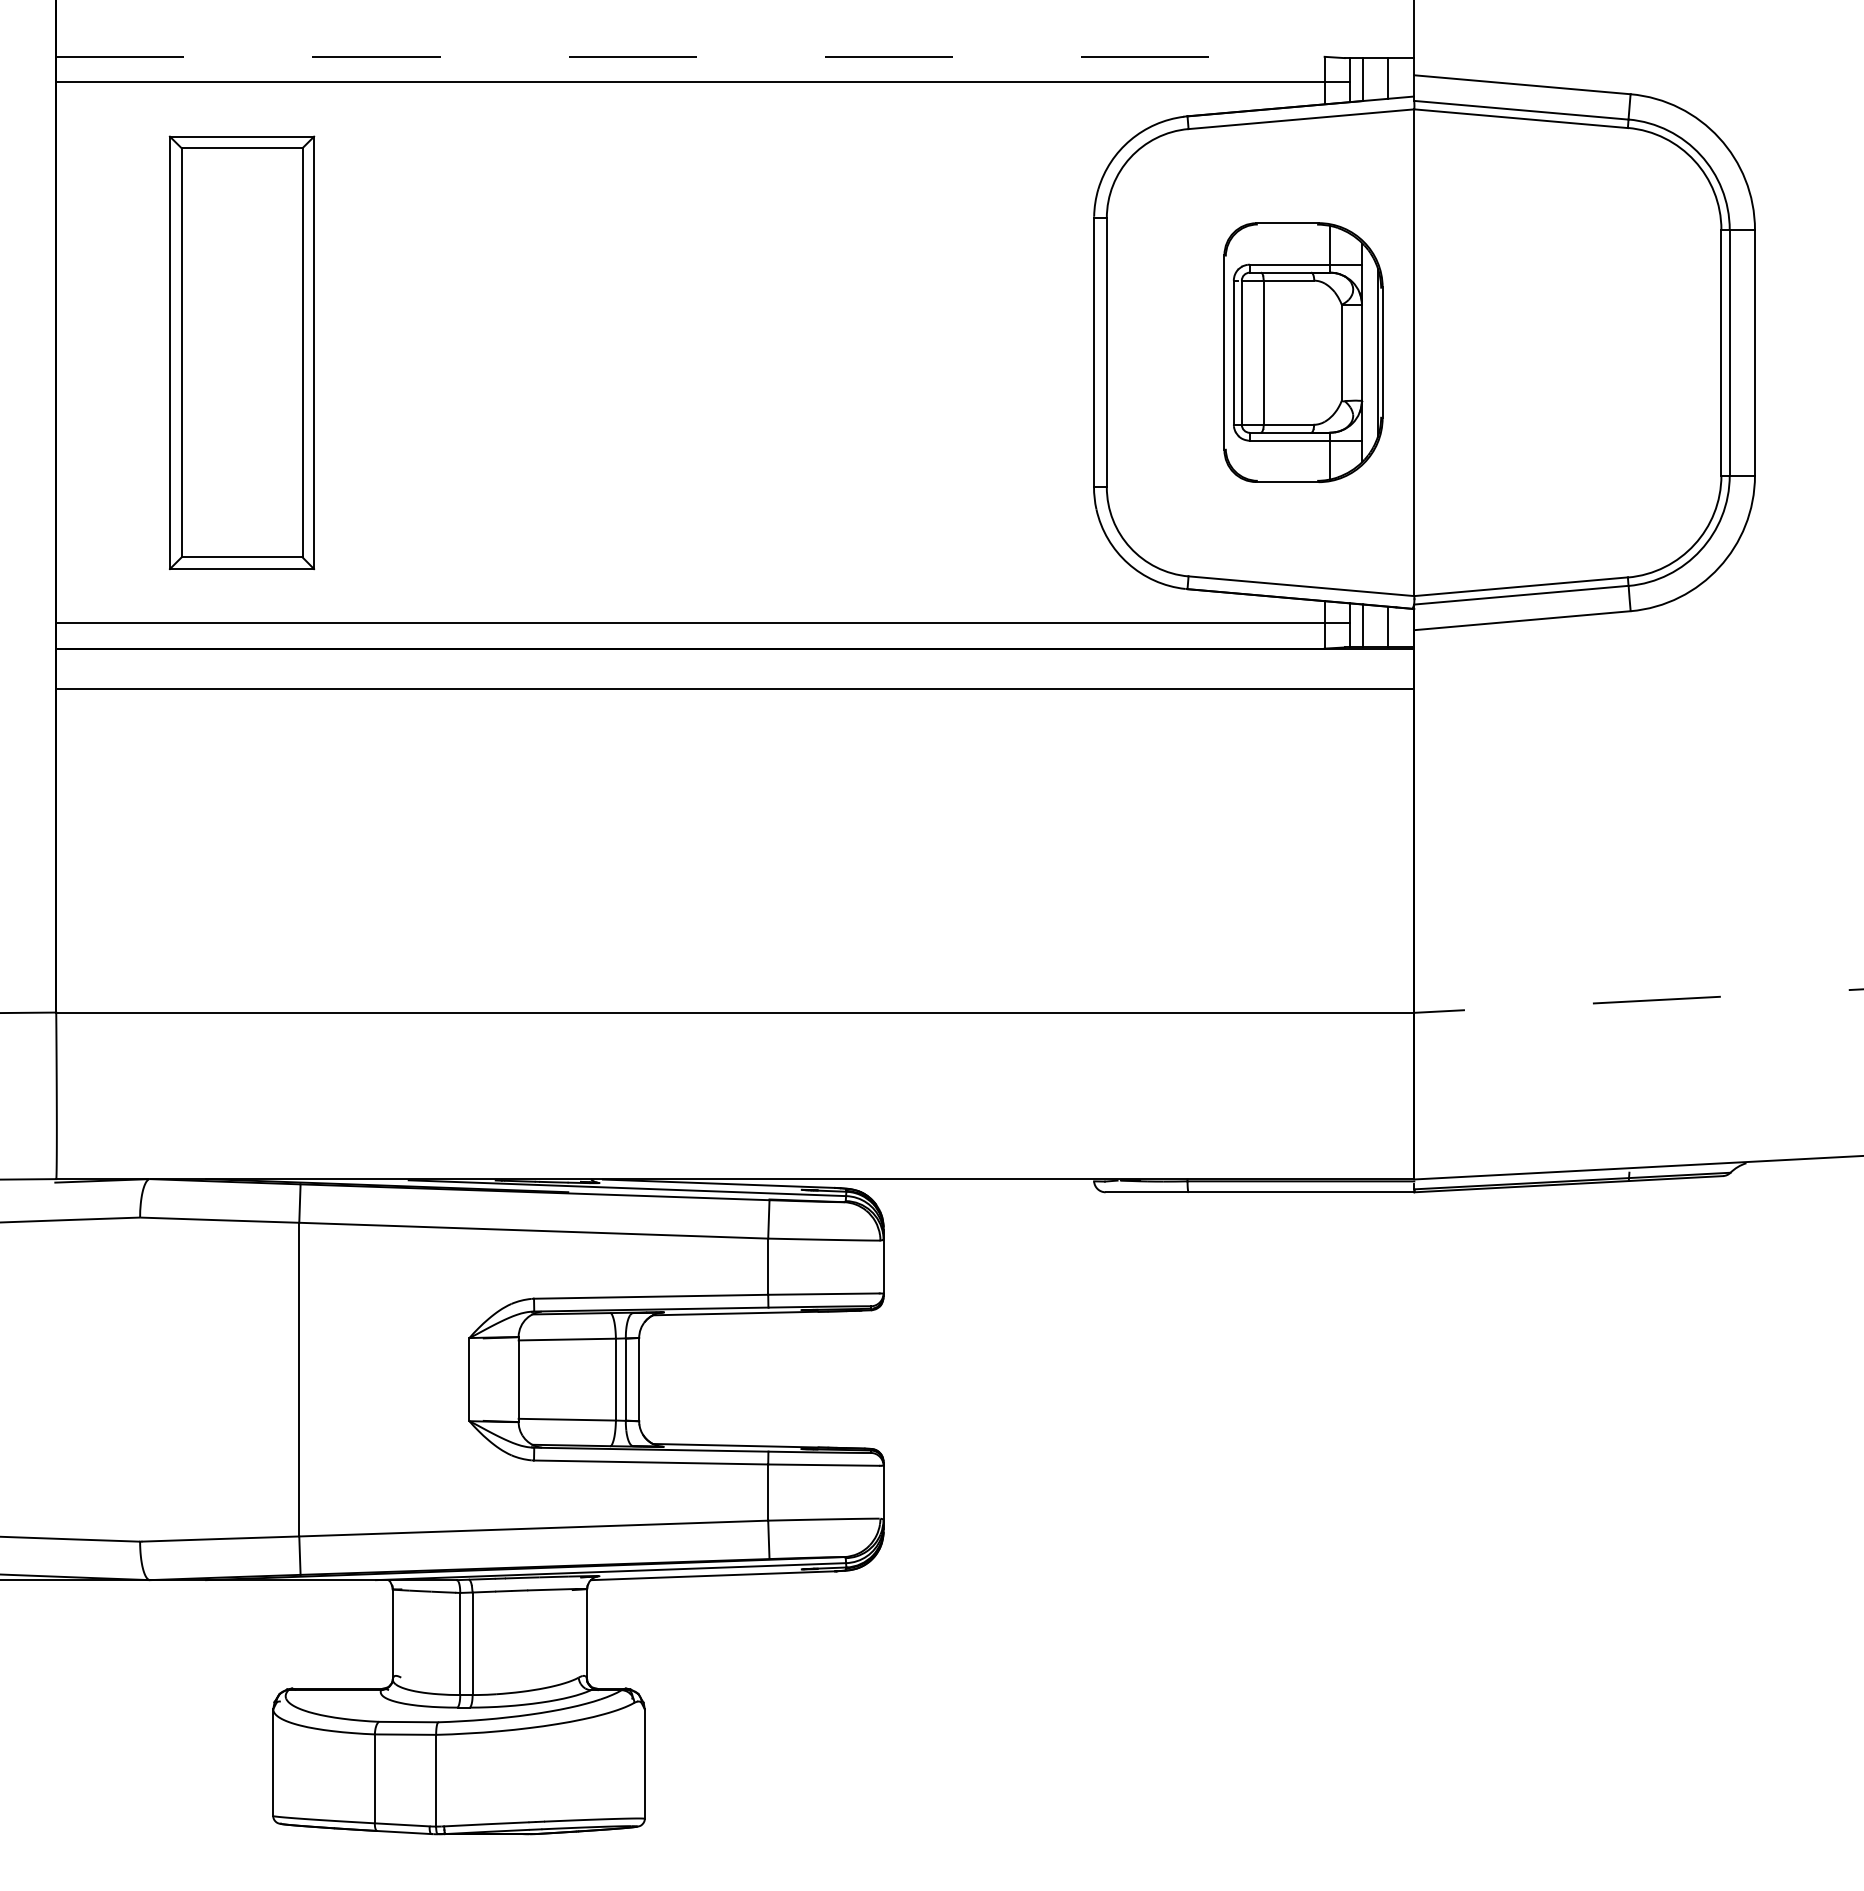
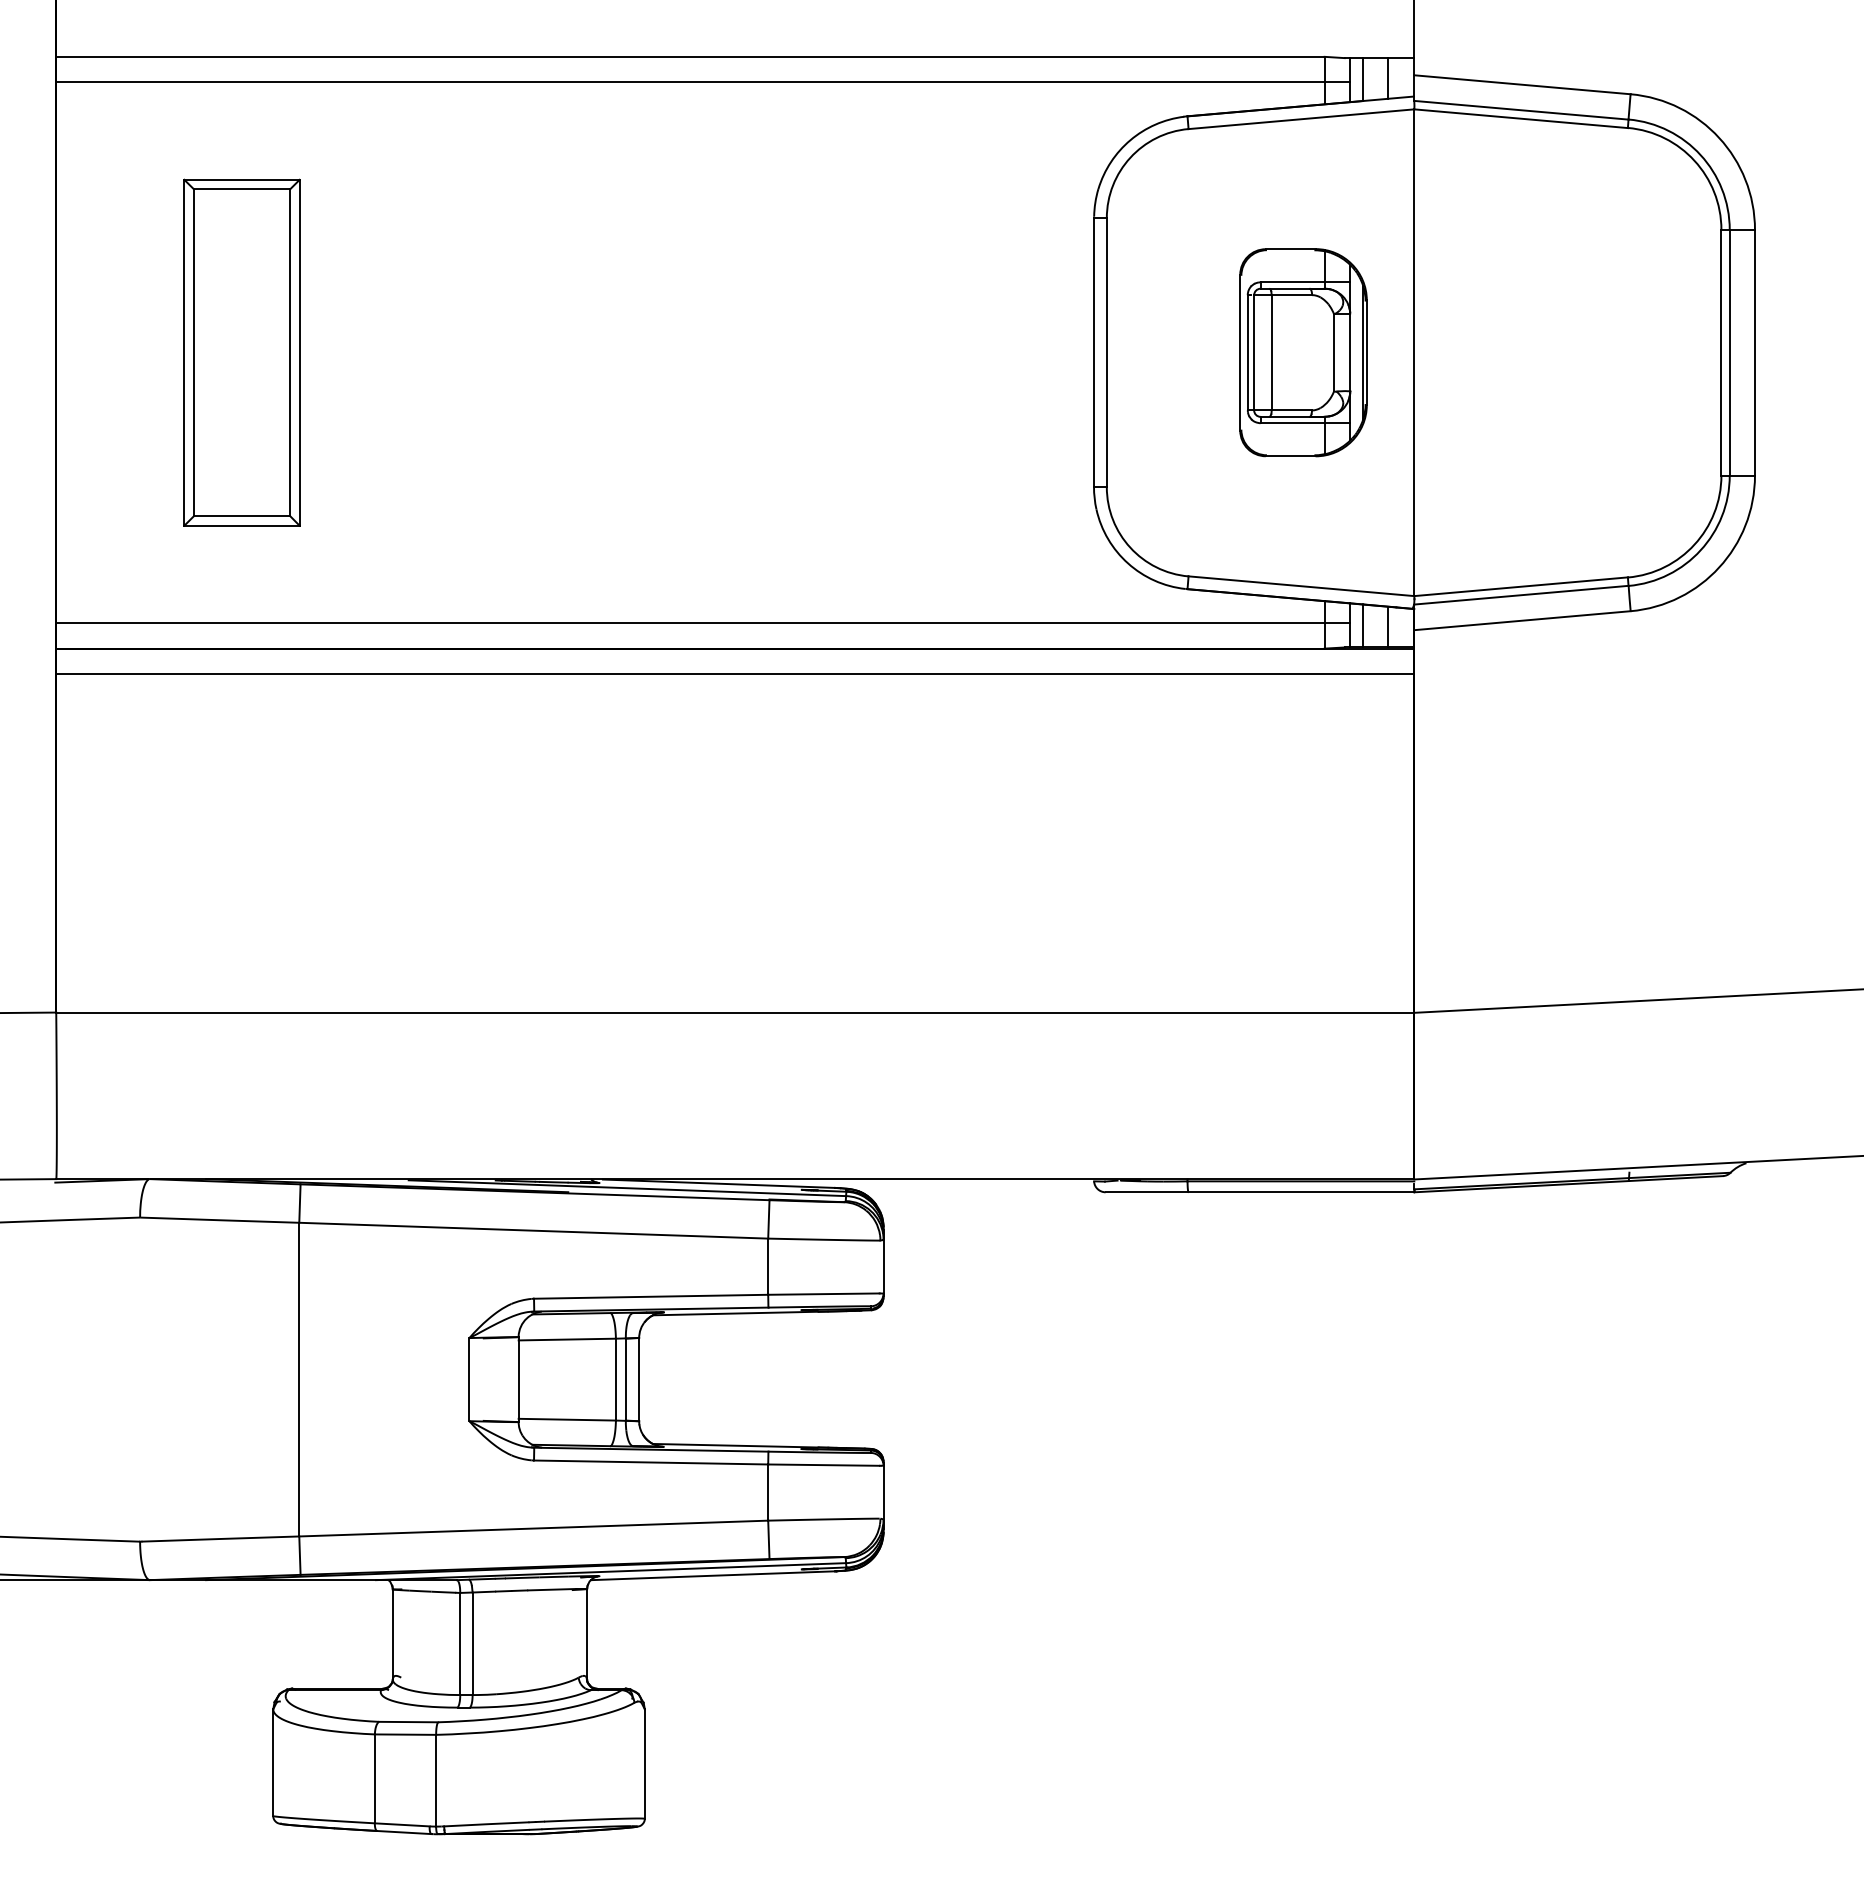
line at (690, 56): dashed -> solid
part at (241, 352) size: 148x436 px -> 118x349 px
part at (1303, 352) size: 161x261 px -> 129x210 px
line at (735, 689) position: (735, 689) -> (735, 674)
line at (1638, 1001): dashed -> solid
